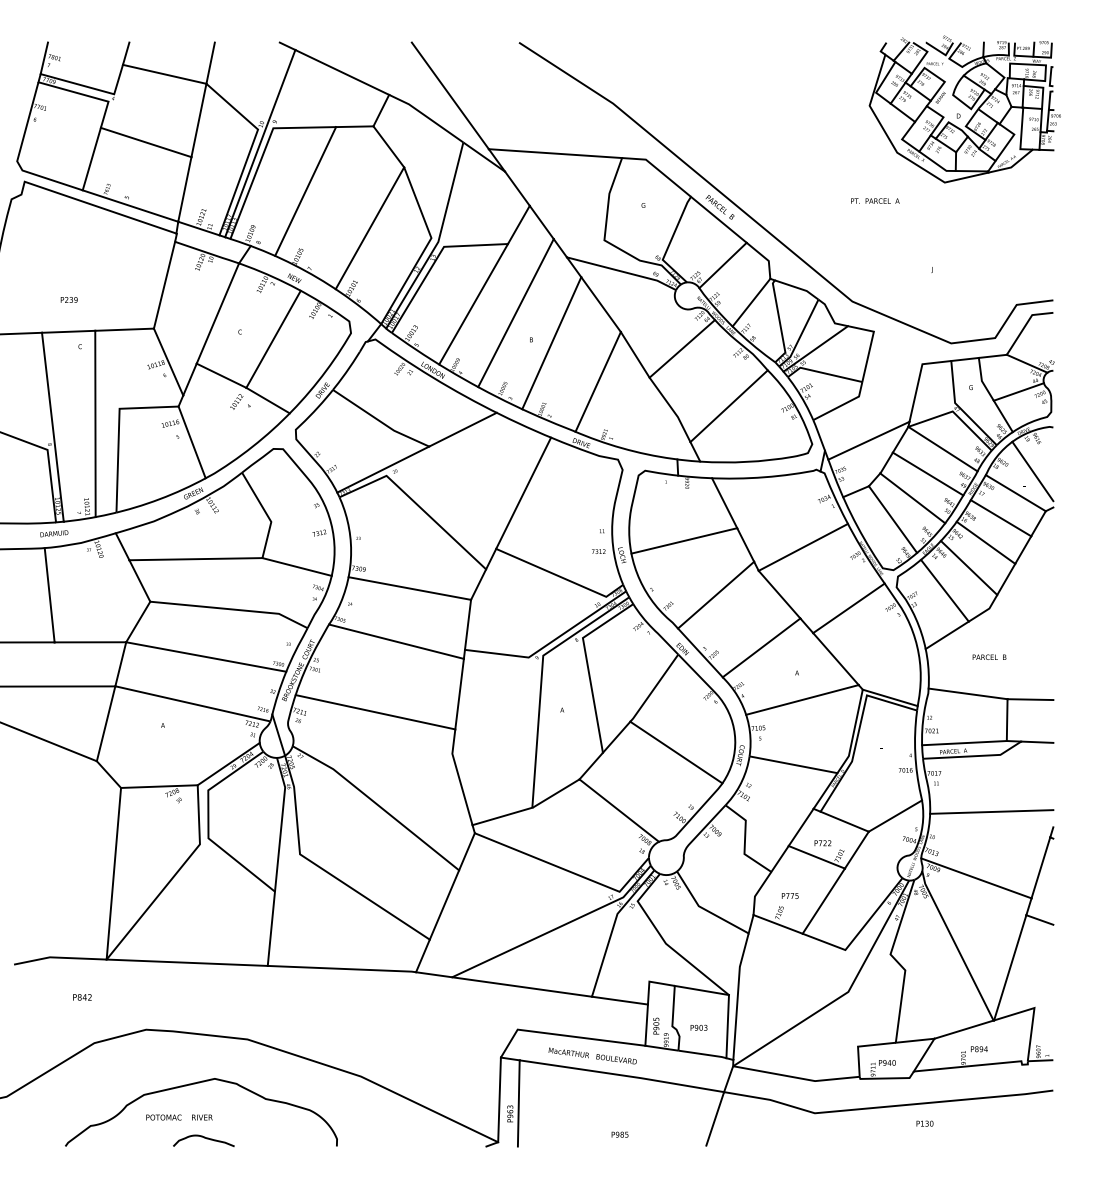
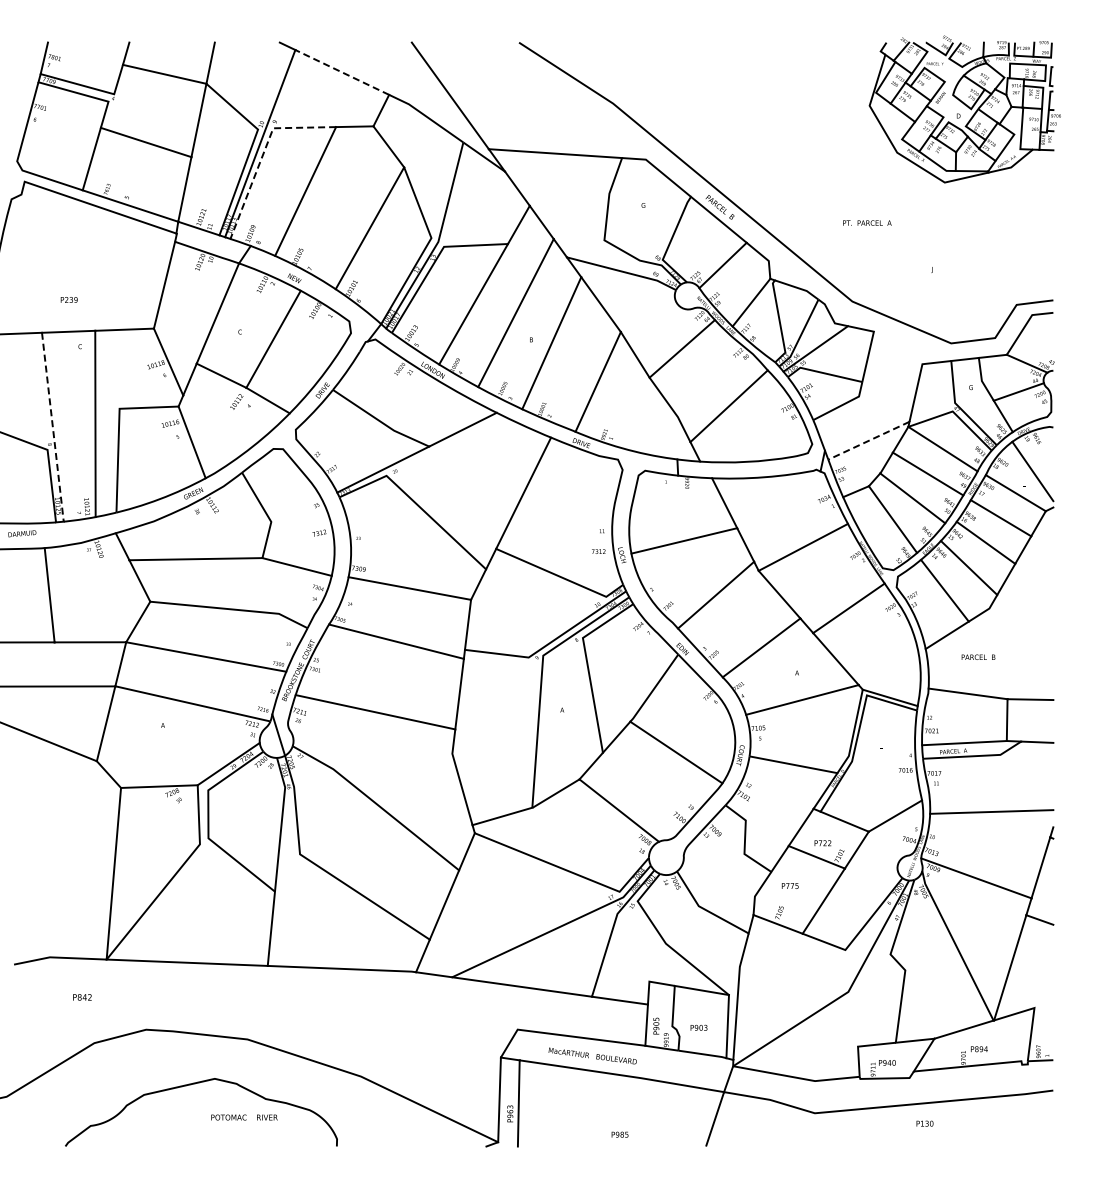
line at (342, 72): solid -> dashed
line at (263, 154): solid -> dashed
text at (875, 200) position: (875, 200) -> (867, 222)
line at (52, 427): solid -> dashed
line at (868, 440): solid -> dashed
text at (54, 533) position: (54, 533) -> (22, 533)
text at (989, 656) position: (989, 656) -> (978, 656)
text at (789, 895) position: (789, 895) -> (789, 885)
text at (179, 1117) position: (179, 1117) -> (244, 1117)
part at (203, 1140): present -> none
